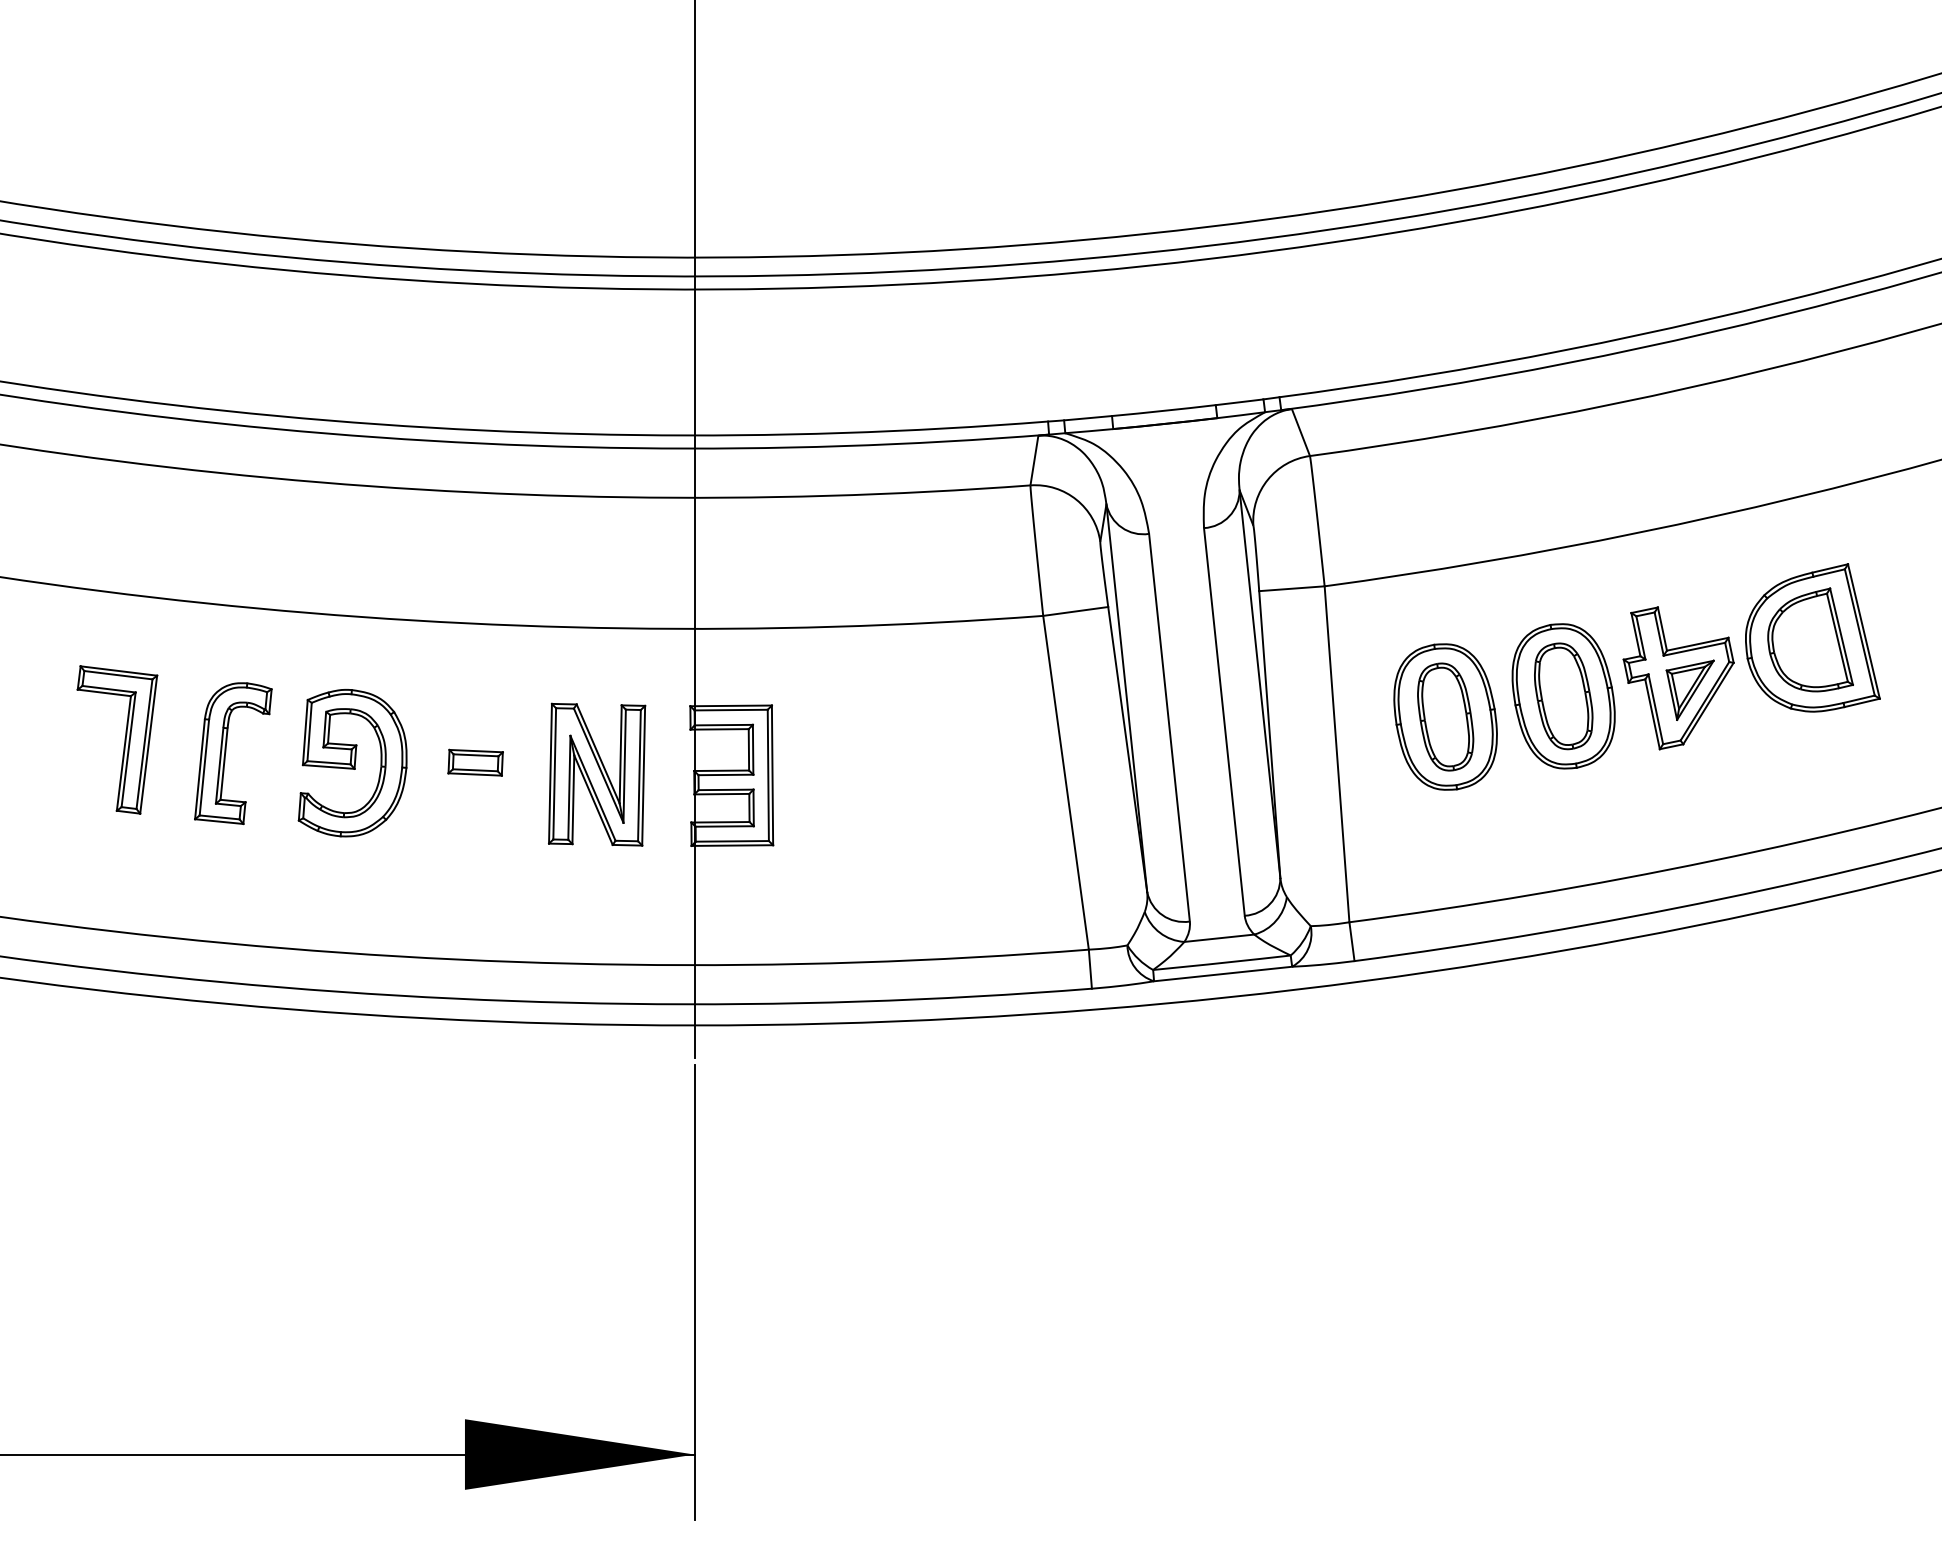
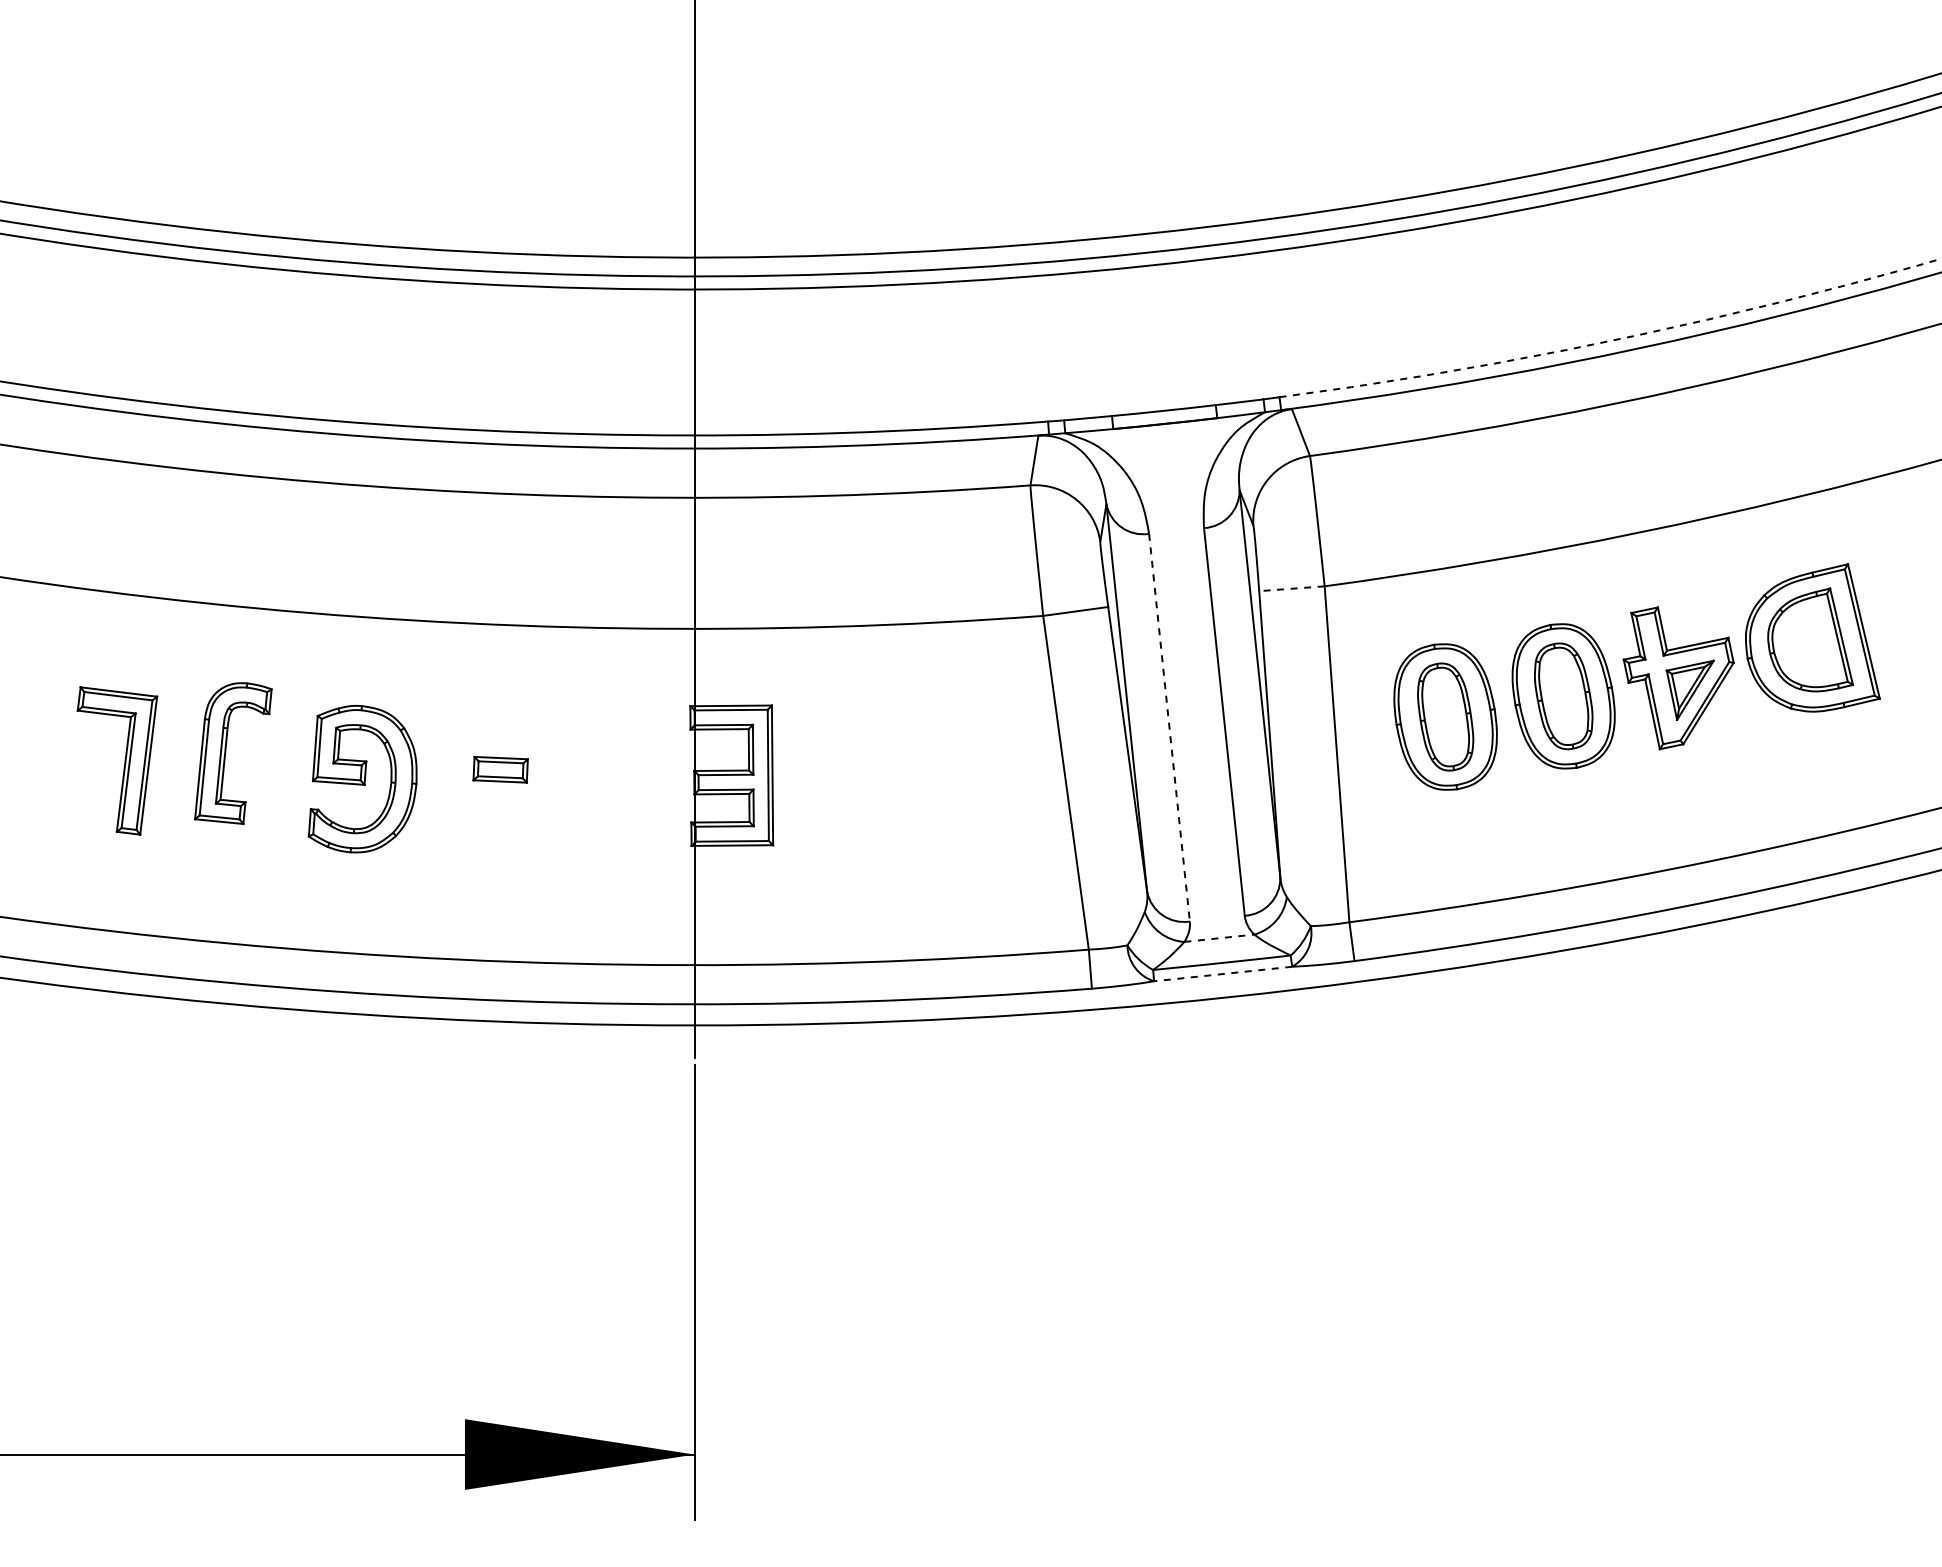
arc at (1613, 340): solid -> dashed
line at (1291, 588): solid -> dashed
line at (1169, 727): solid -> dashed
part at (124, 739) position: (124, 739) -> (124, 760)
part at (475, 762) position: (475, 762) -> (500, 769)
part at (352, 763) position: (352, 763) -> (362, 779)
part at (597, 774): present -> none
line at (1219, 938): solid -> dashed
line at (1222, 974): solid -> dashed
